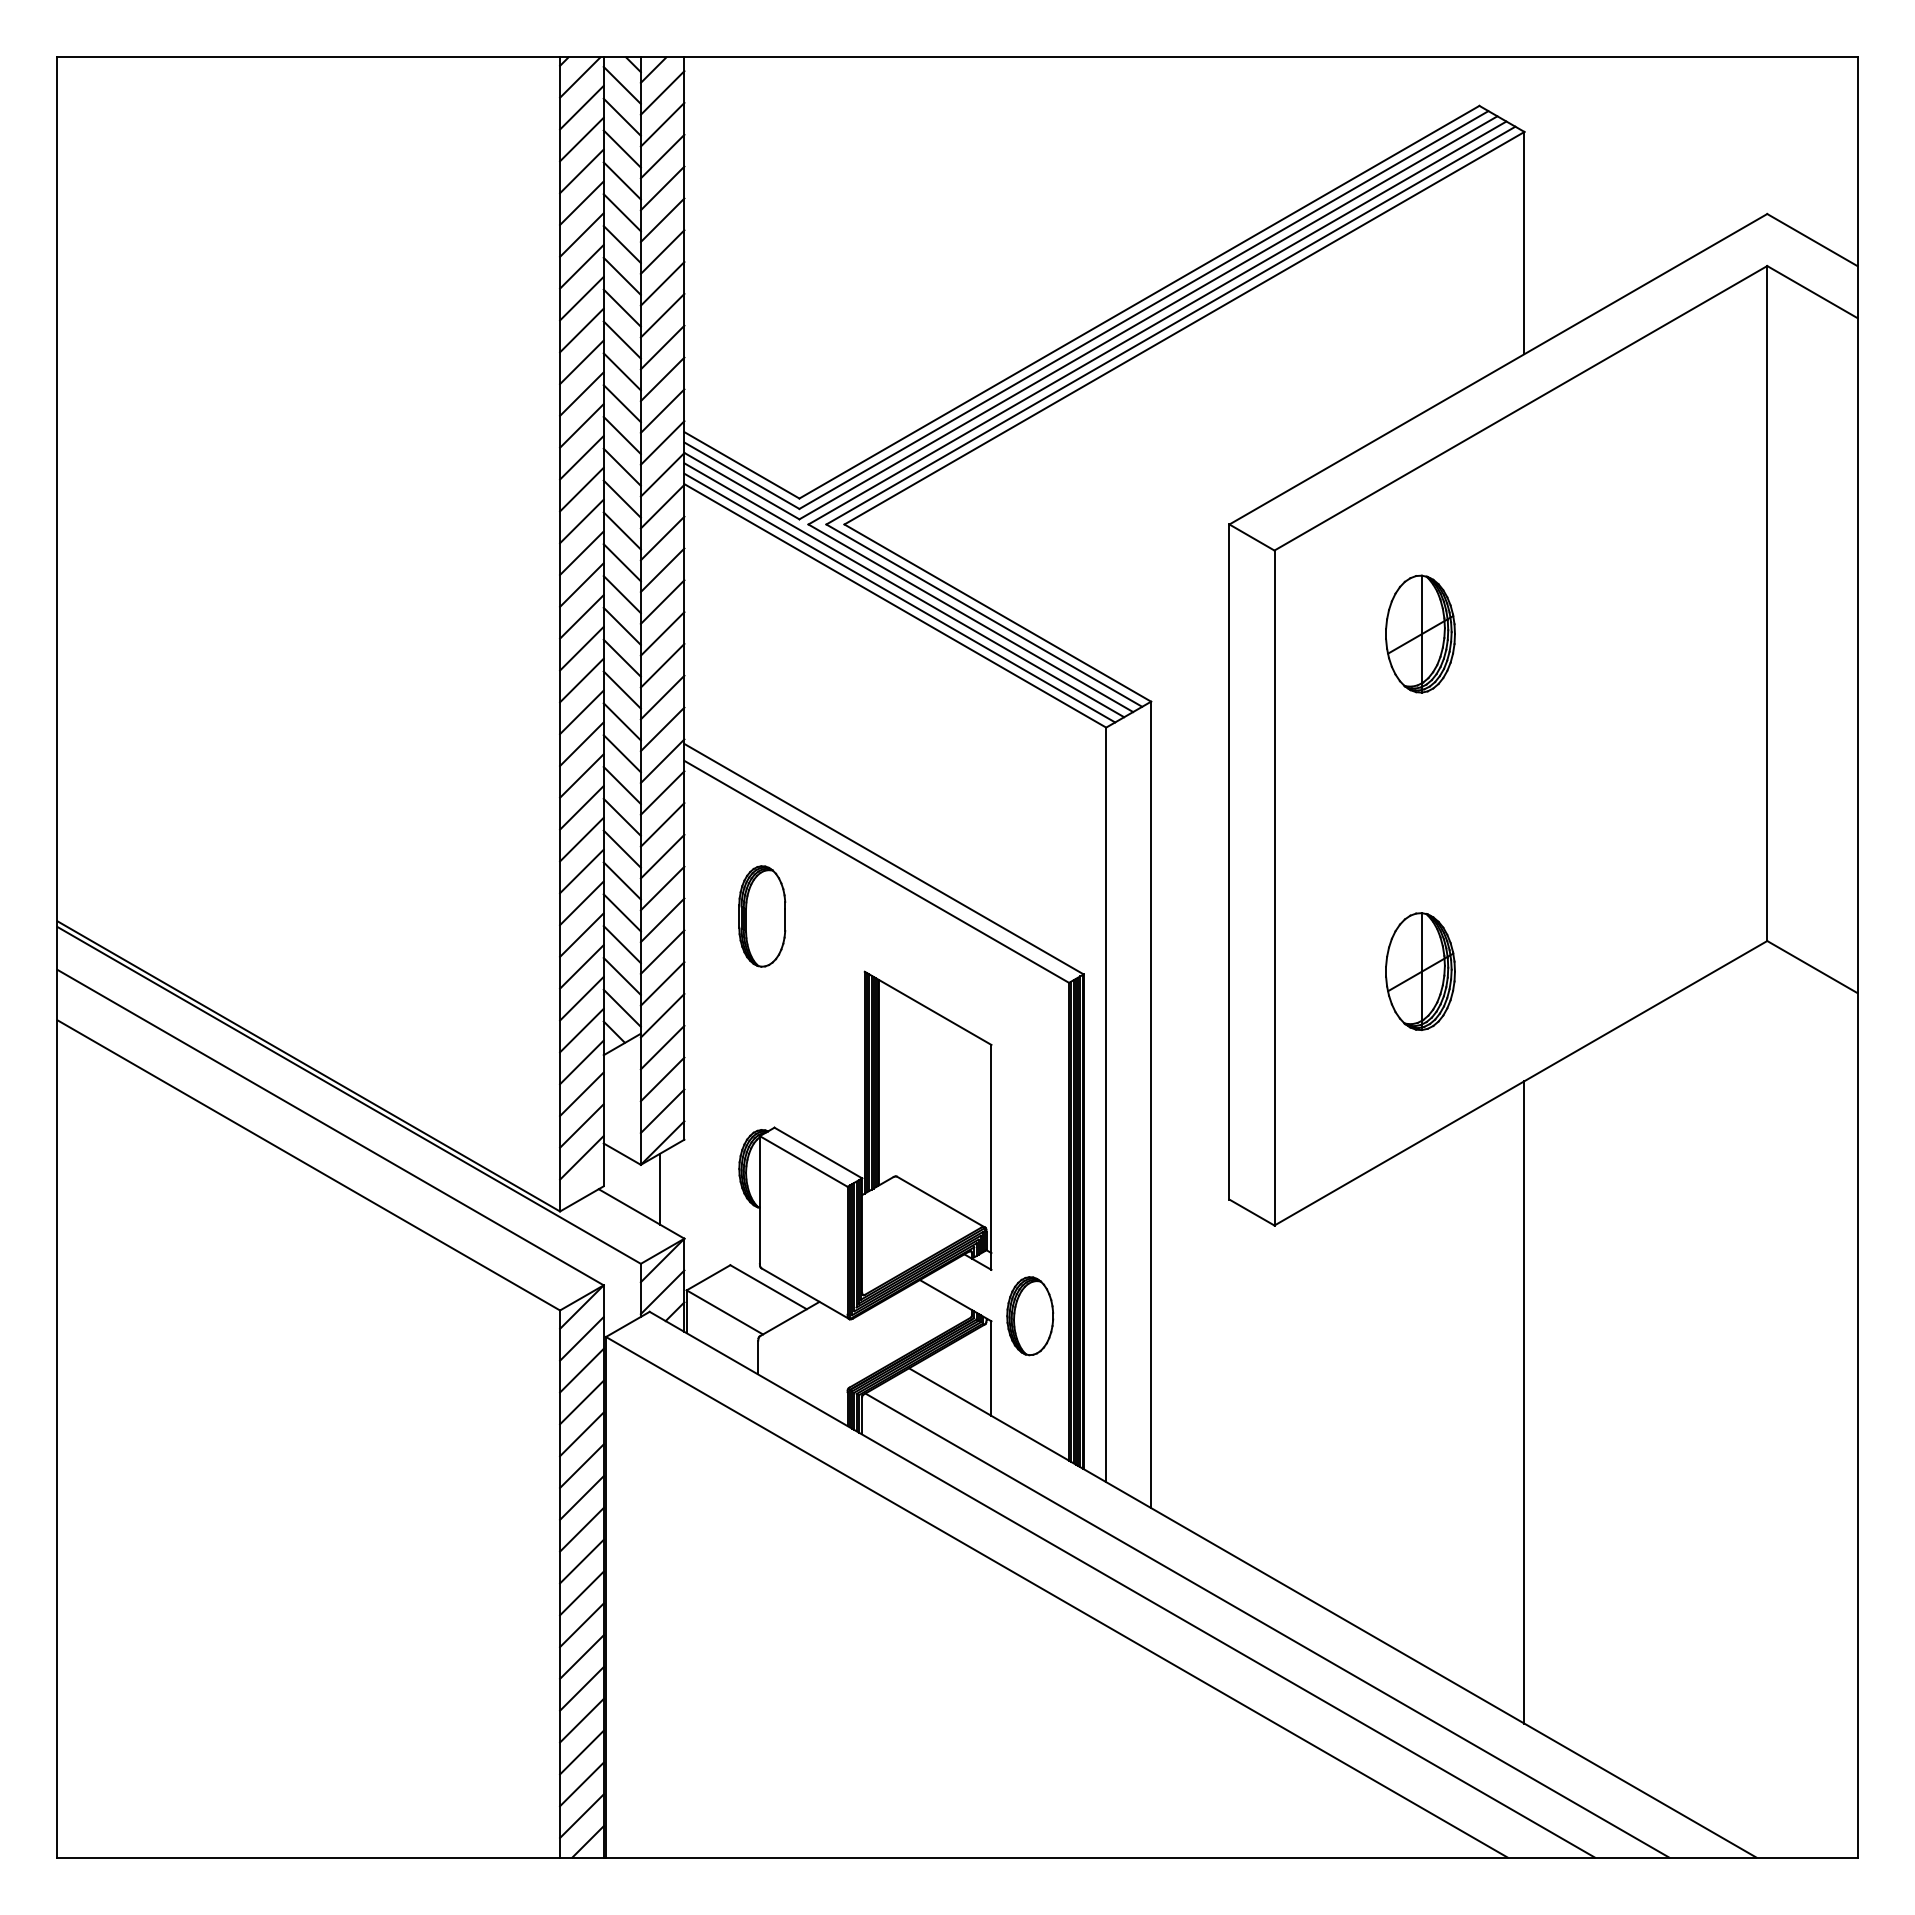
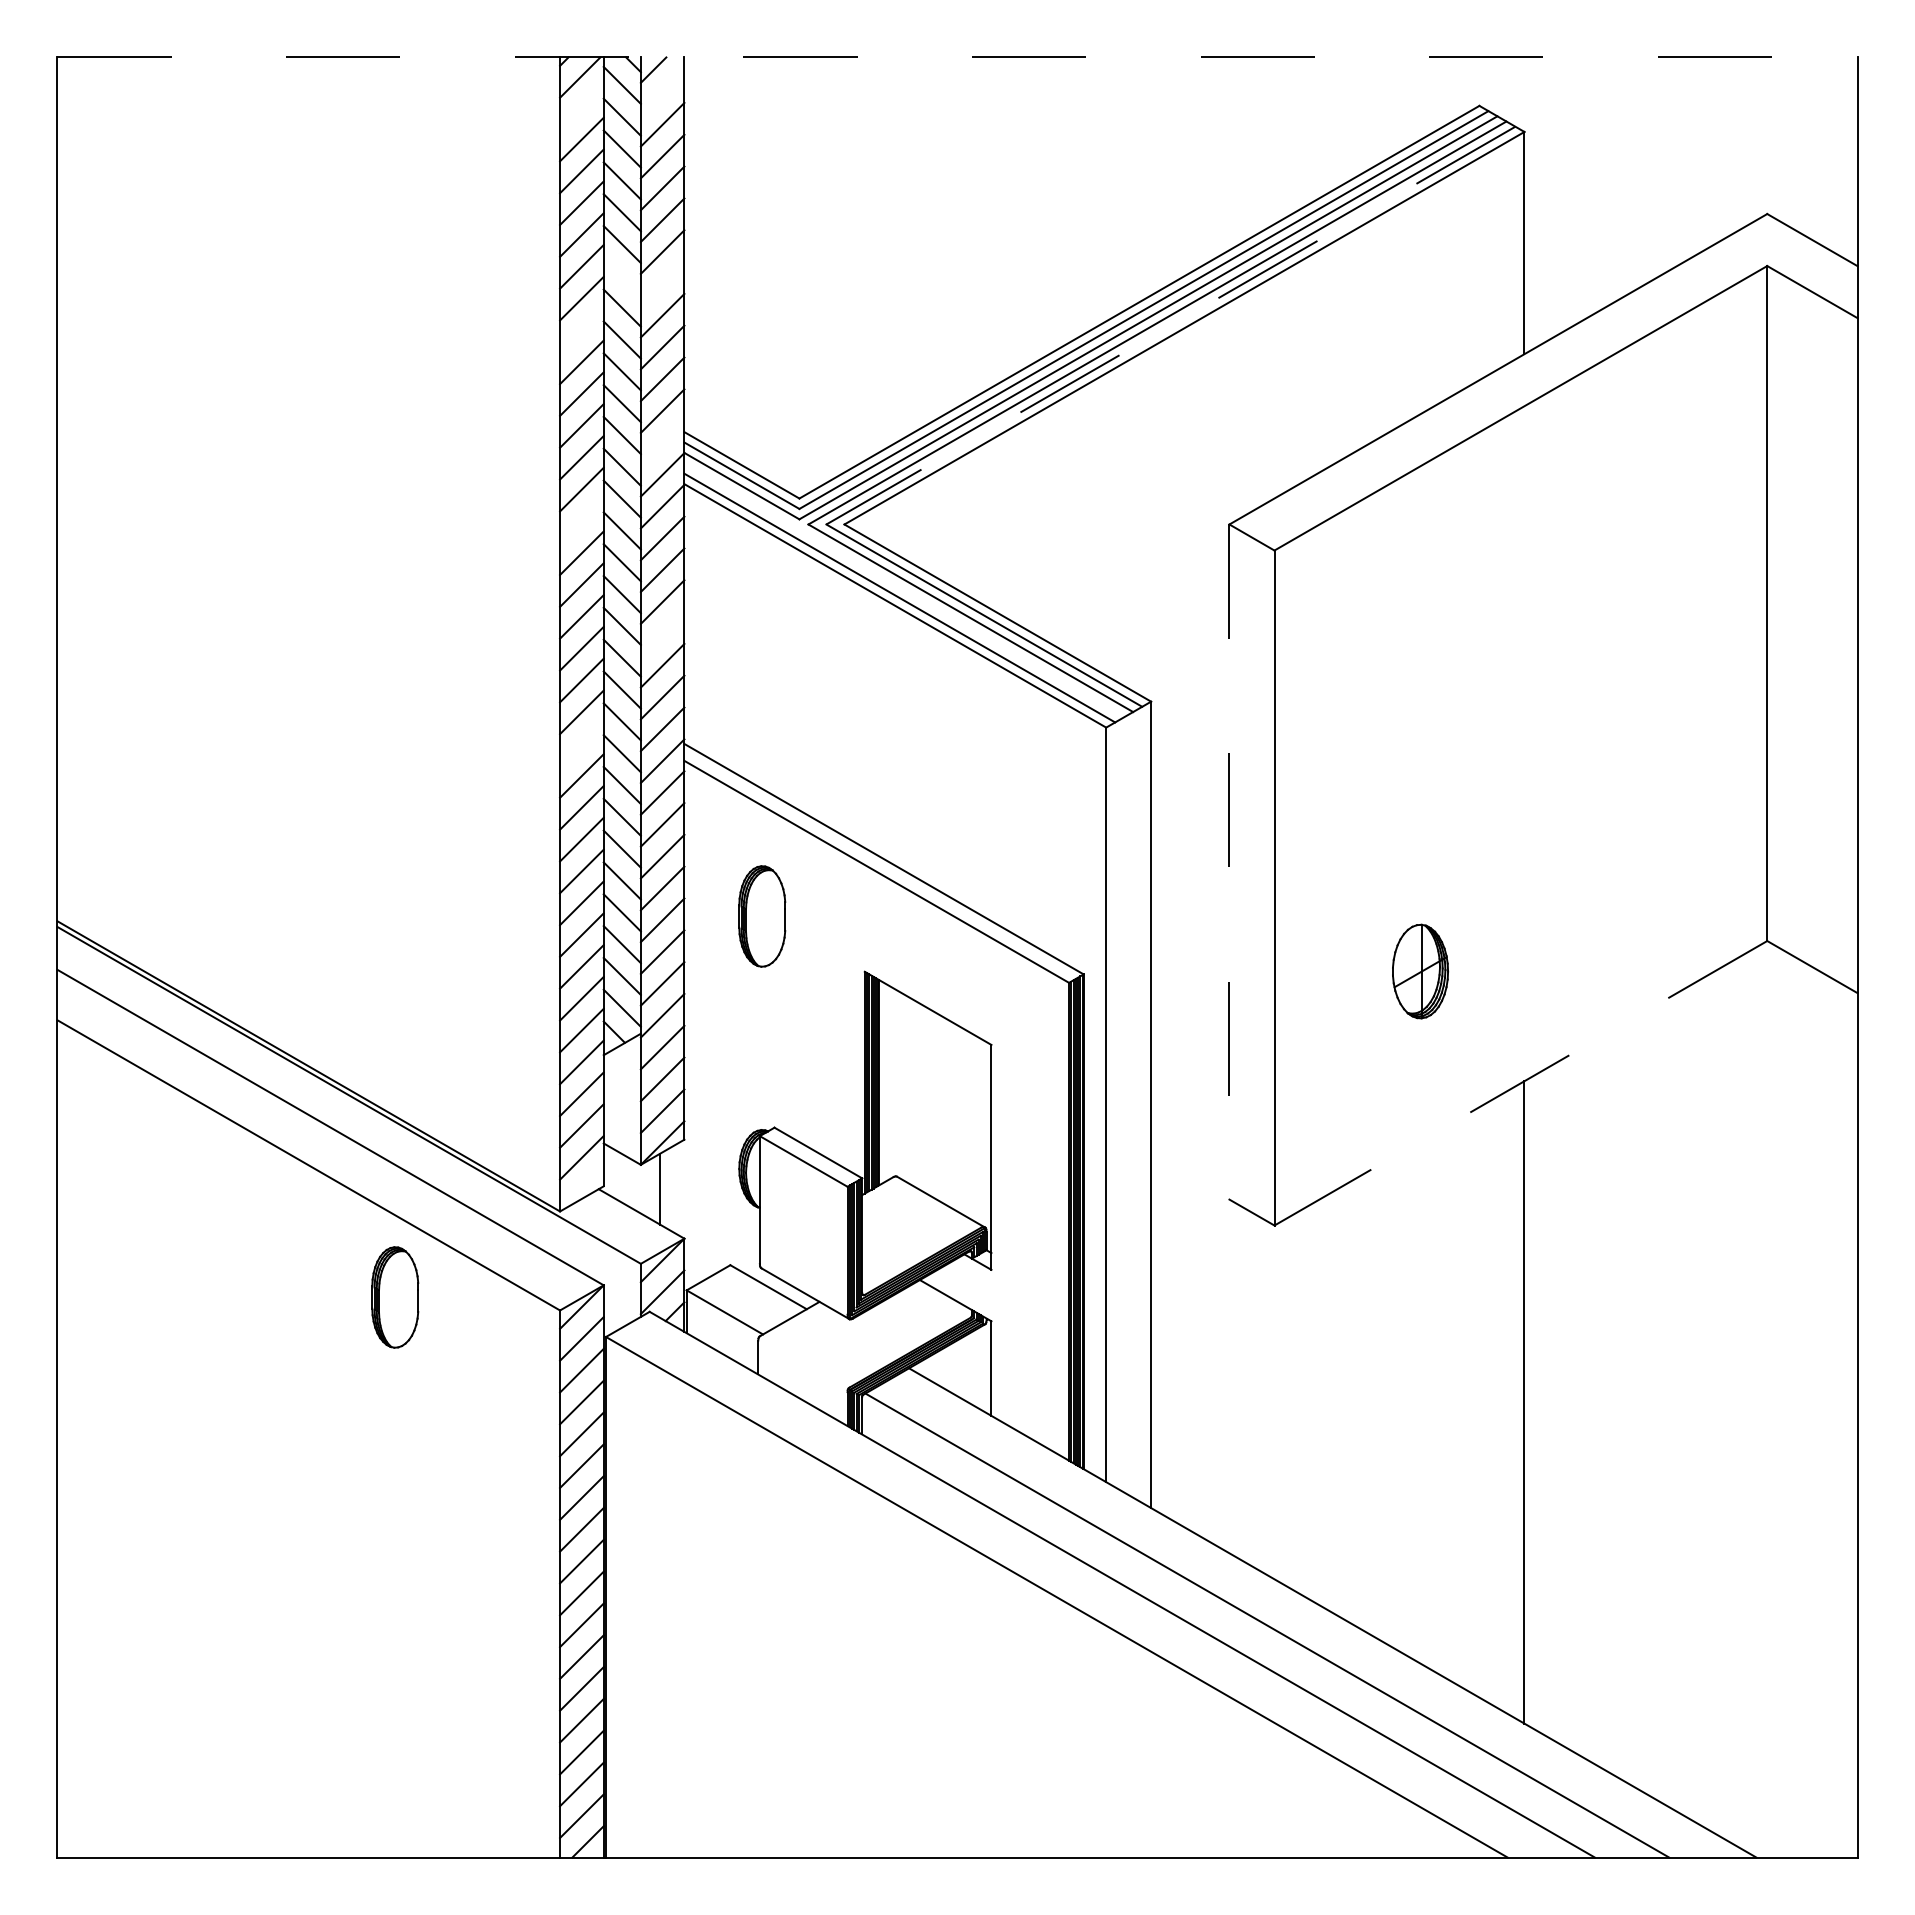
line at (958, 57): solid -> dashed
line at (662, 92): present -> none
line at (581, 107): present -> none
line at (621, 275): present -> none
line at (662, 283): present -> none
line at (1170, 325): solid -> dashed
line at (581, 330): present -> none
line at (662, 442): present -> none
line at (581, 521): present -> none
line at (904, 590): present -> none
line at (662, 633): present -> none
part at (1420, 633): present -> none
line at (581, 744): present -> none
line at (1229, 862): solid -> dashed
part at (1420, 971) size: 71x119 px -> 57x97 px
line at (1520, 1083): solid -> dashed
part at (395, 1297): none -> present
part at (1030, 1316): present -> none
